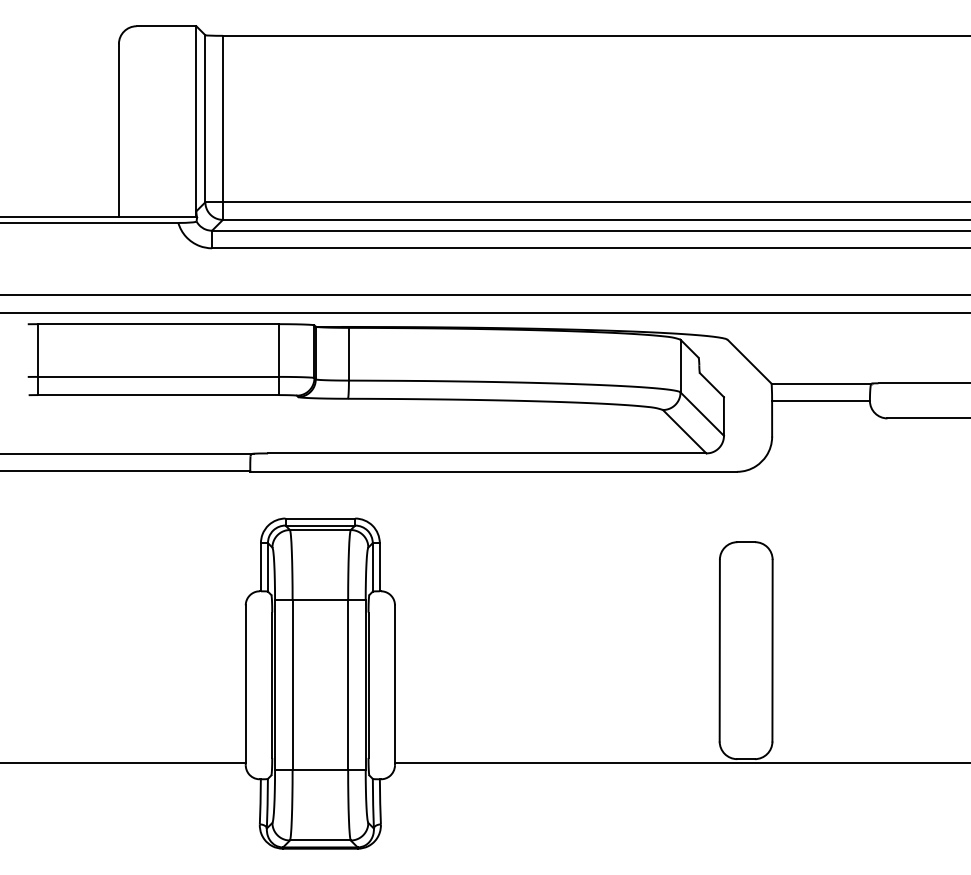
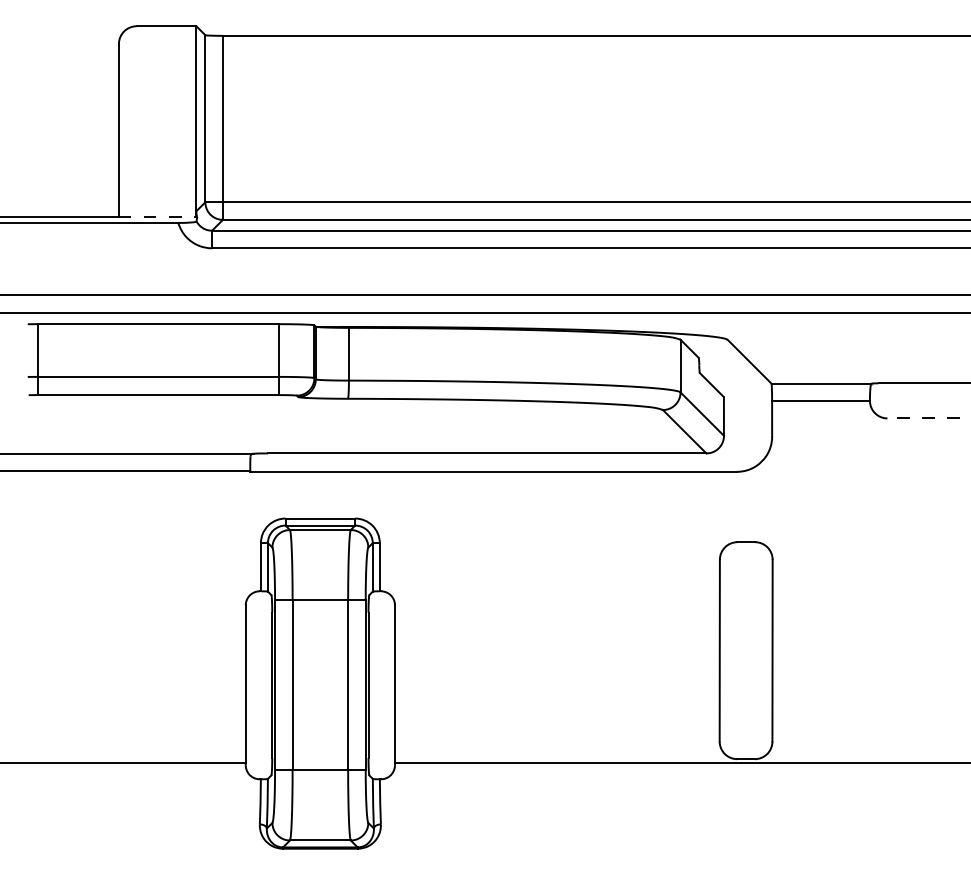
line at (157, 216): solid -> dashed
line at (929, 418): solid -> dashed
